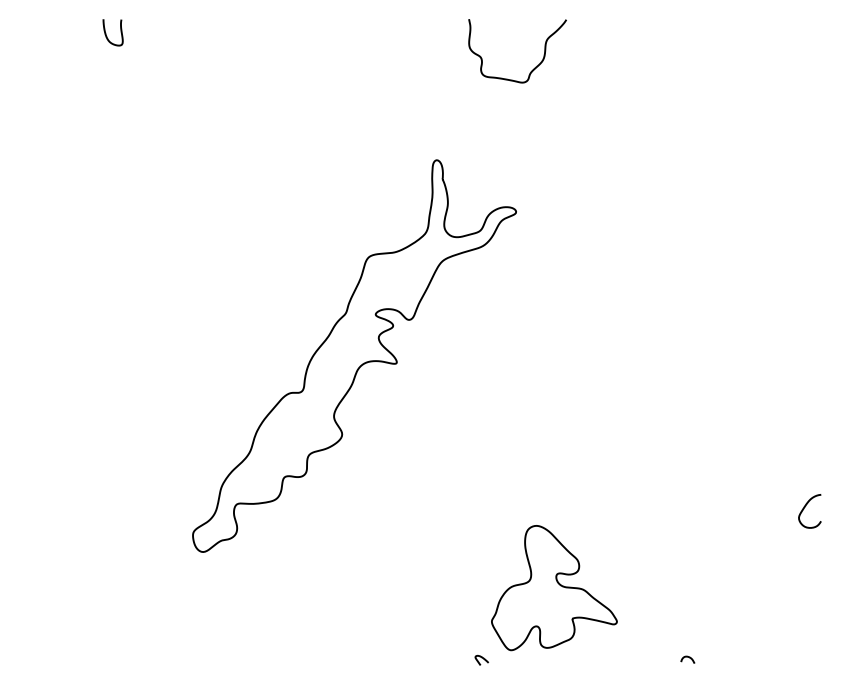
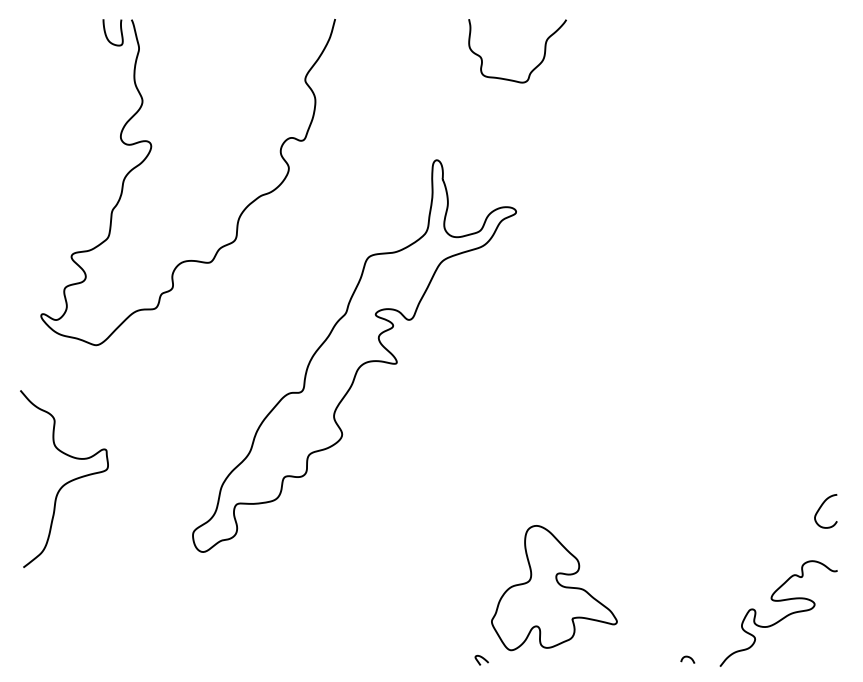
curve at (148, 156): none -> present
curve at (67, 481): none -> present
curve at (804, 509) position: (804, 509) -> (820, 509)
curve at (782, 617): none -> present
